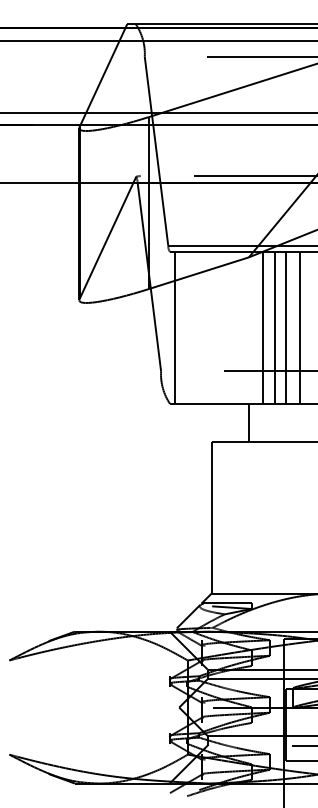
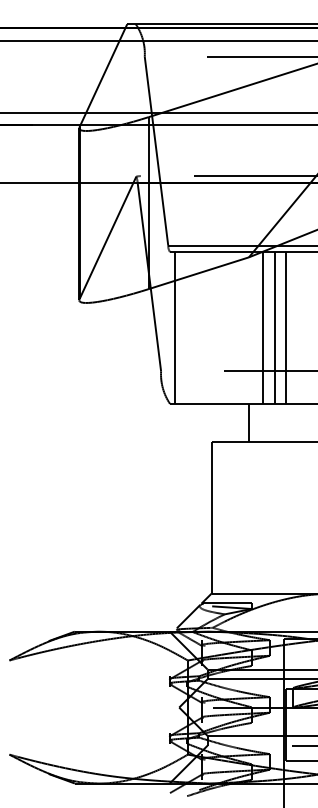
line at (299, 327): present -> none
